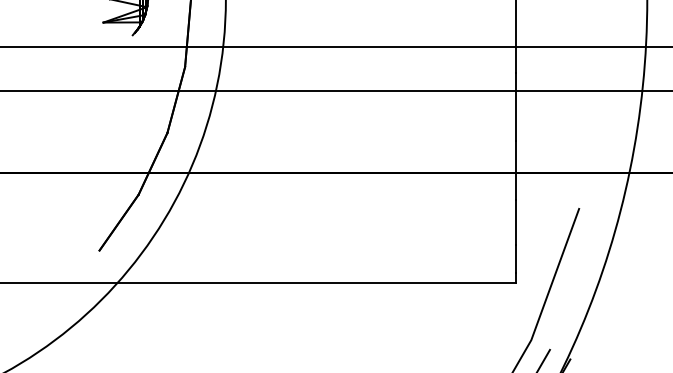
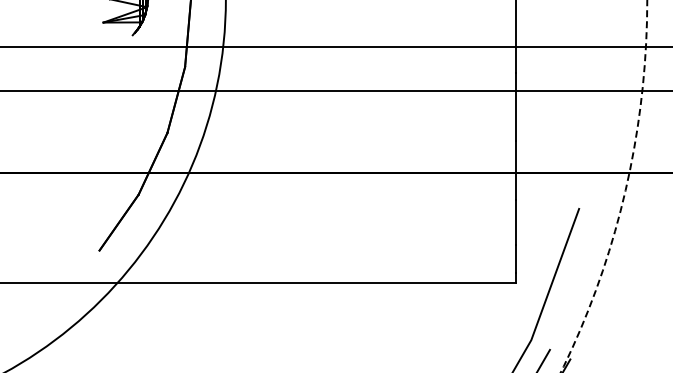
circle at (603, 186): solid -> dashed
